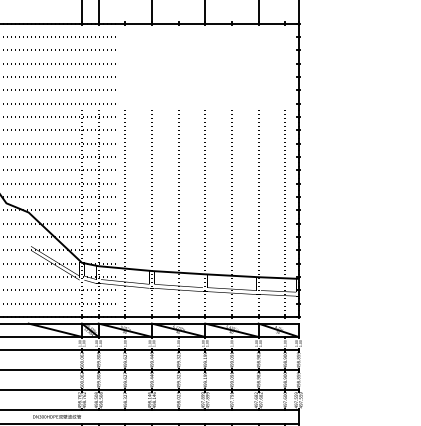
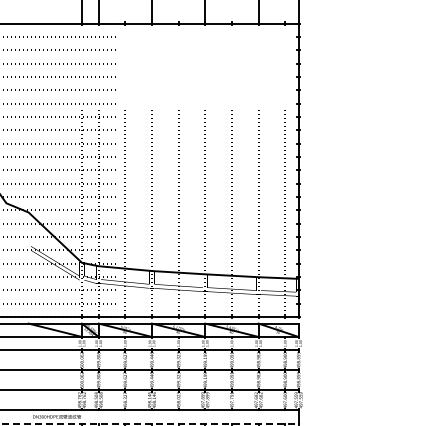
line at (149, 423): solid -> dashed
